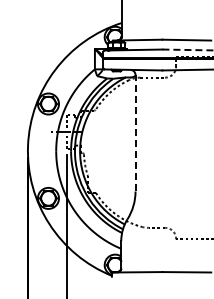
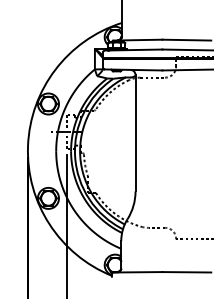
line at (188, 50): dashed -> solid
line at (135, 132): dashed -> solid
